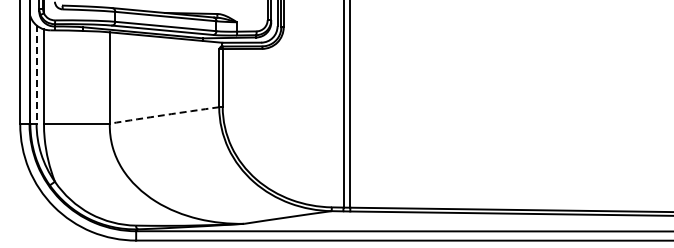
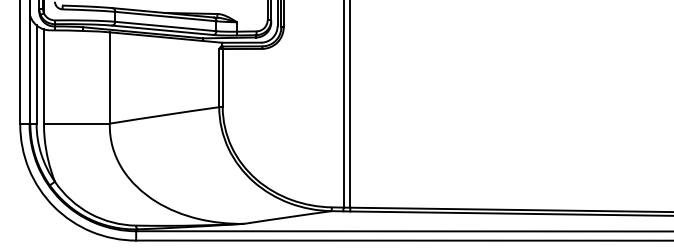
line at (36, 75): dashed -> solid
arc at (164, 115): dashed -> solid
